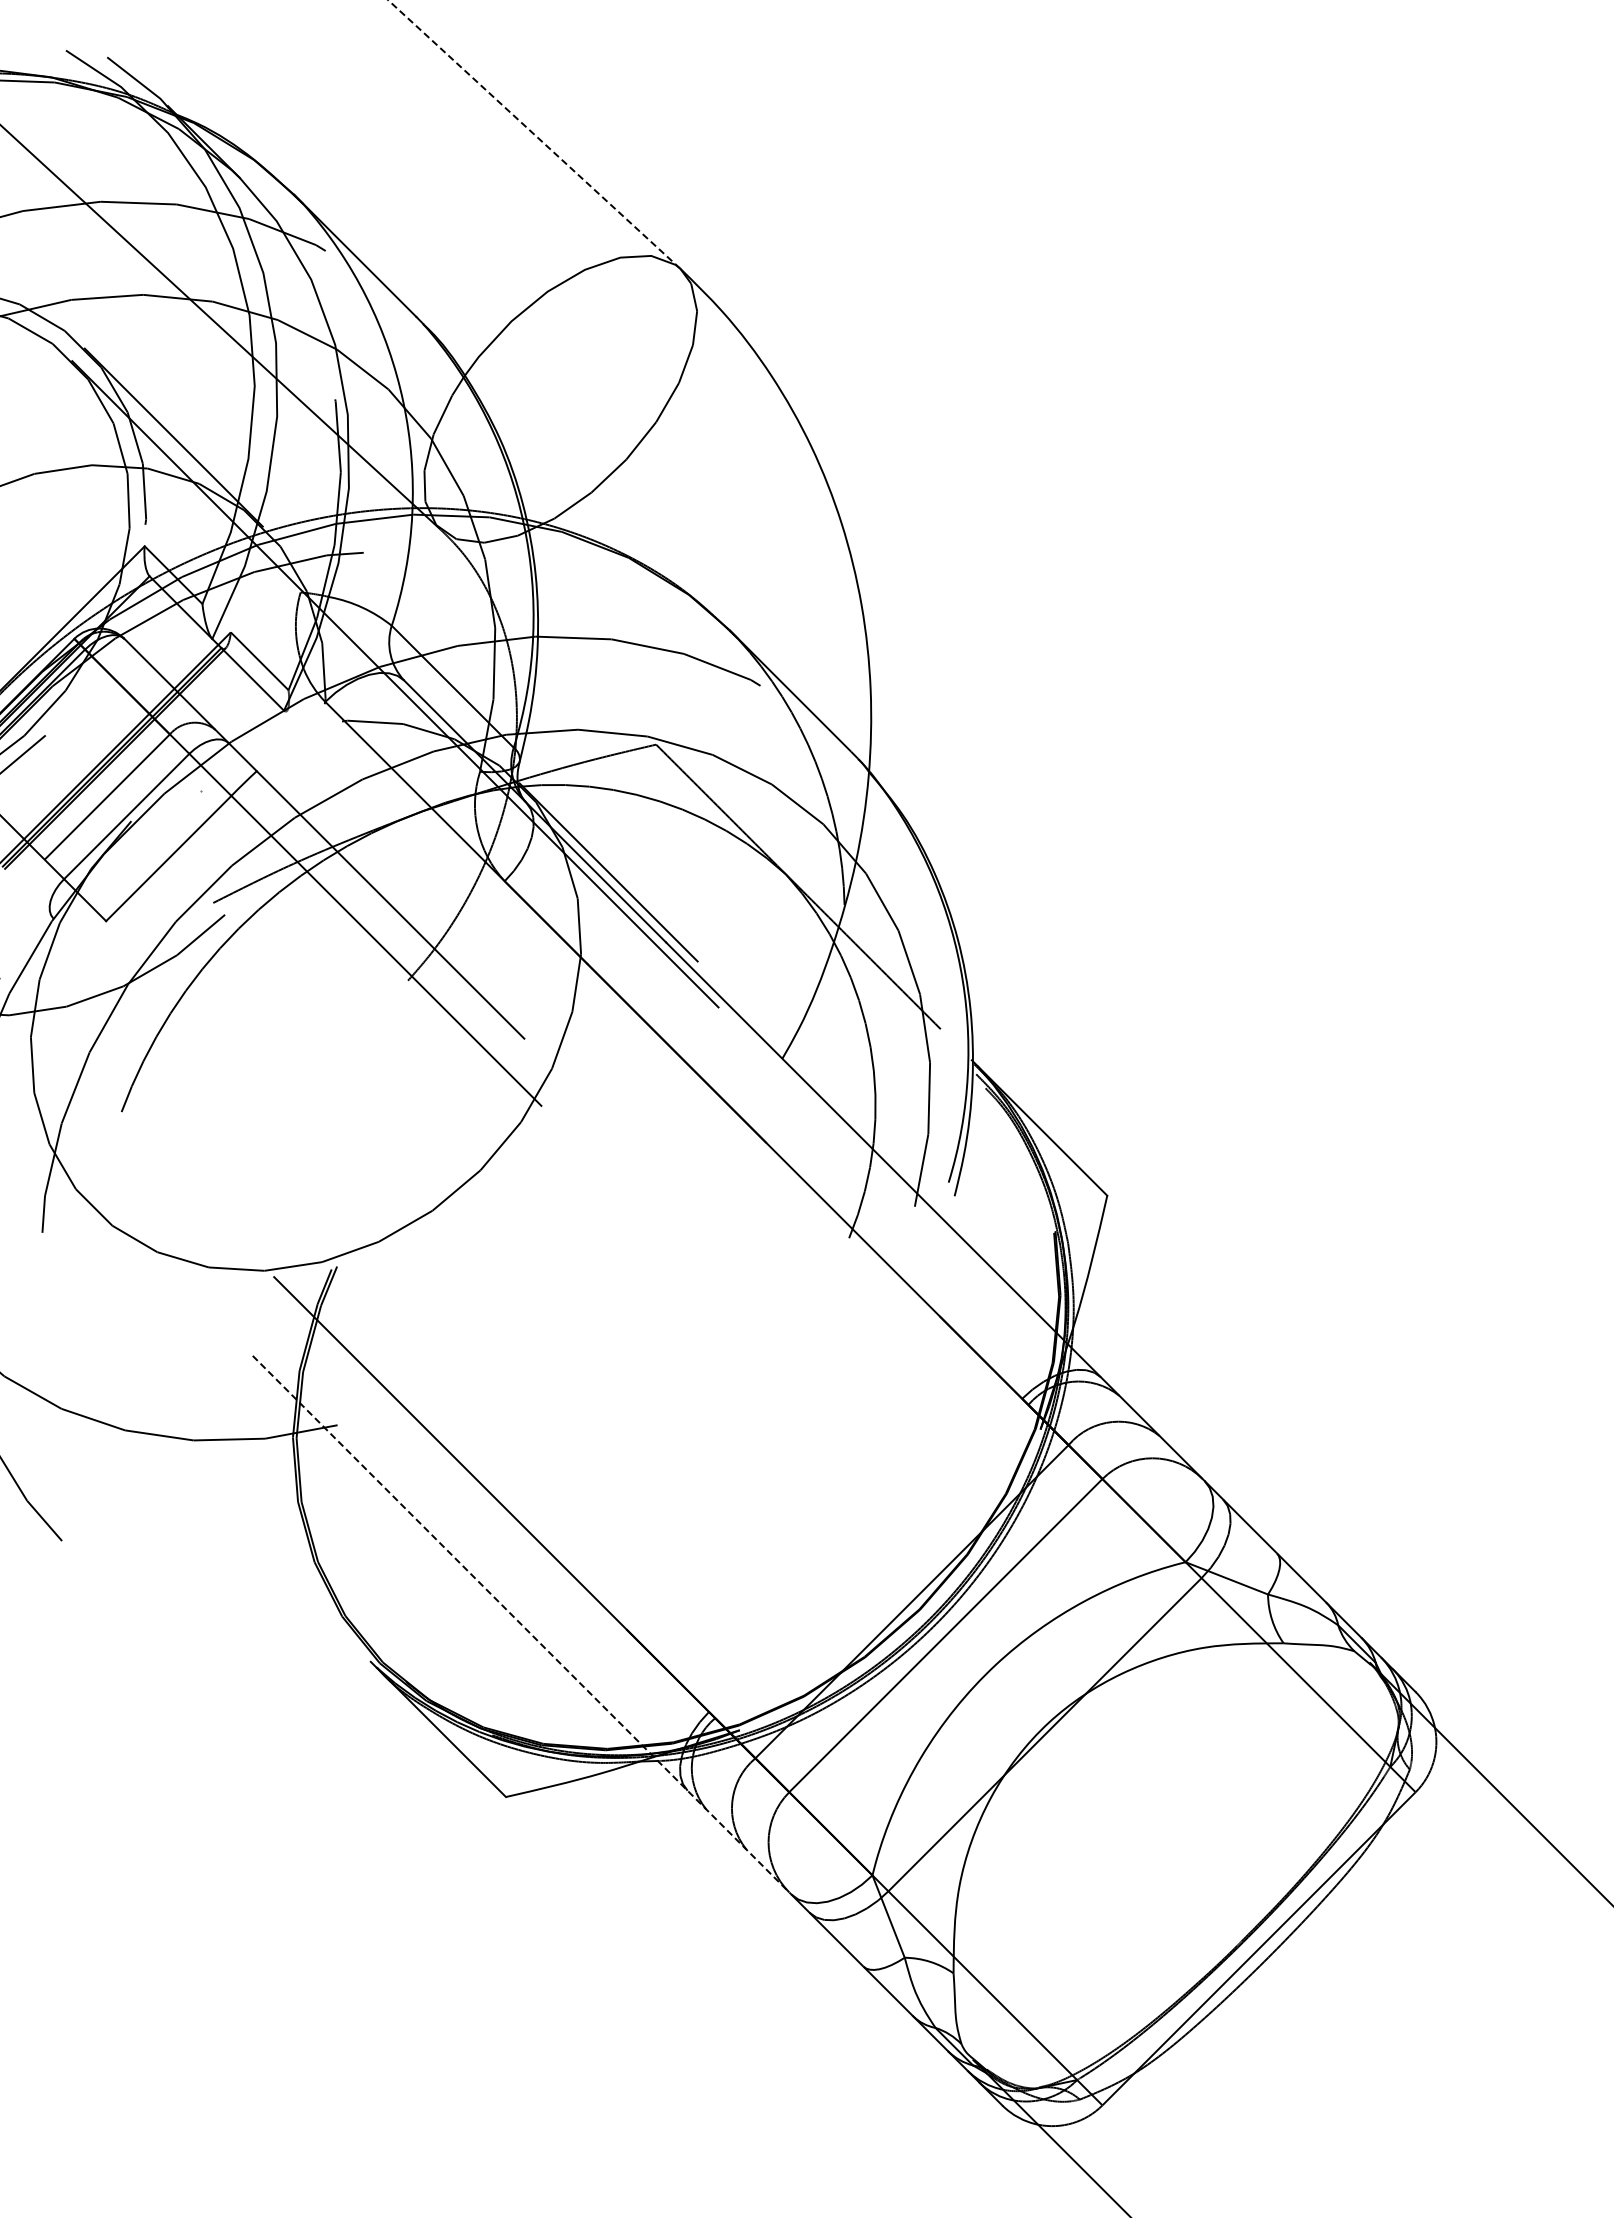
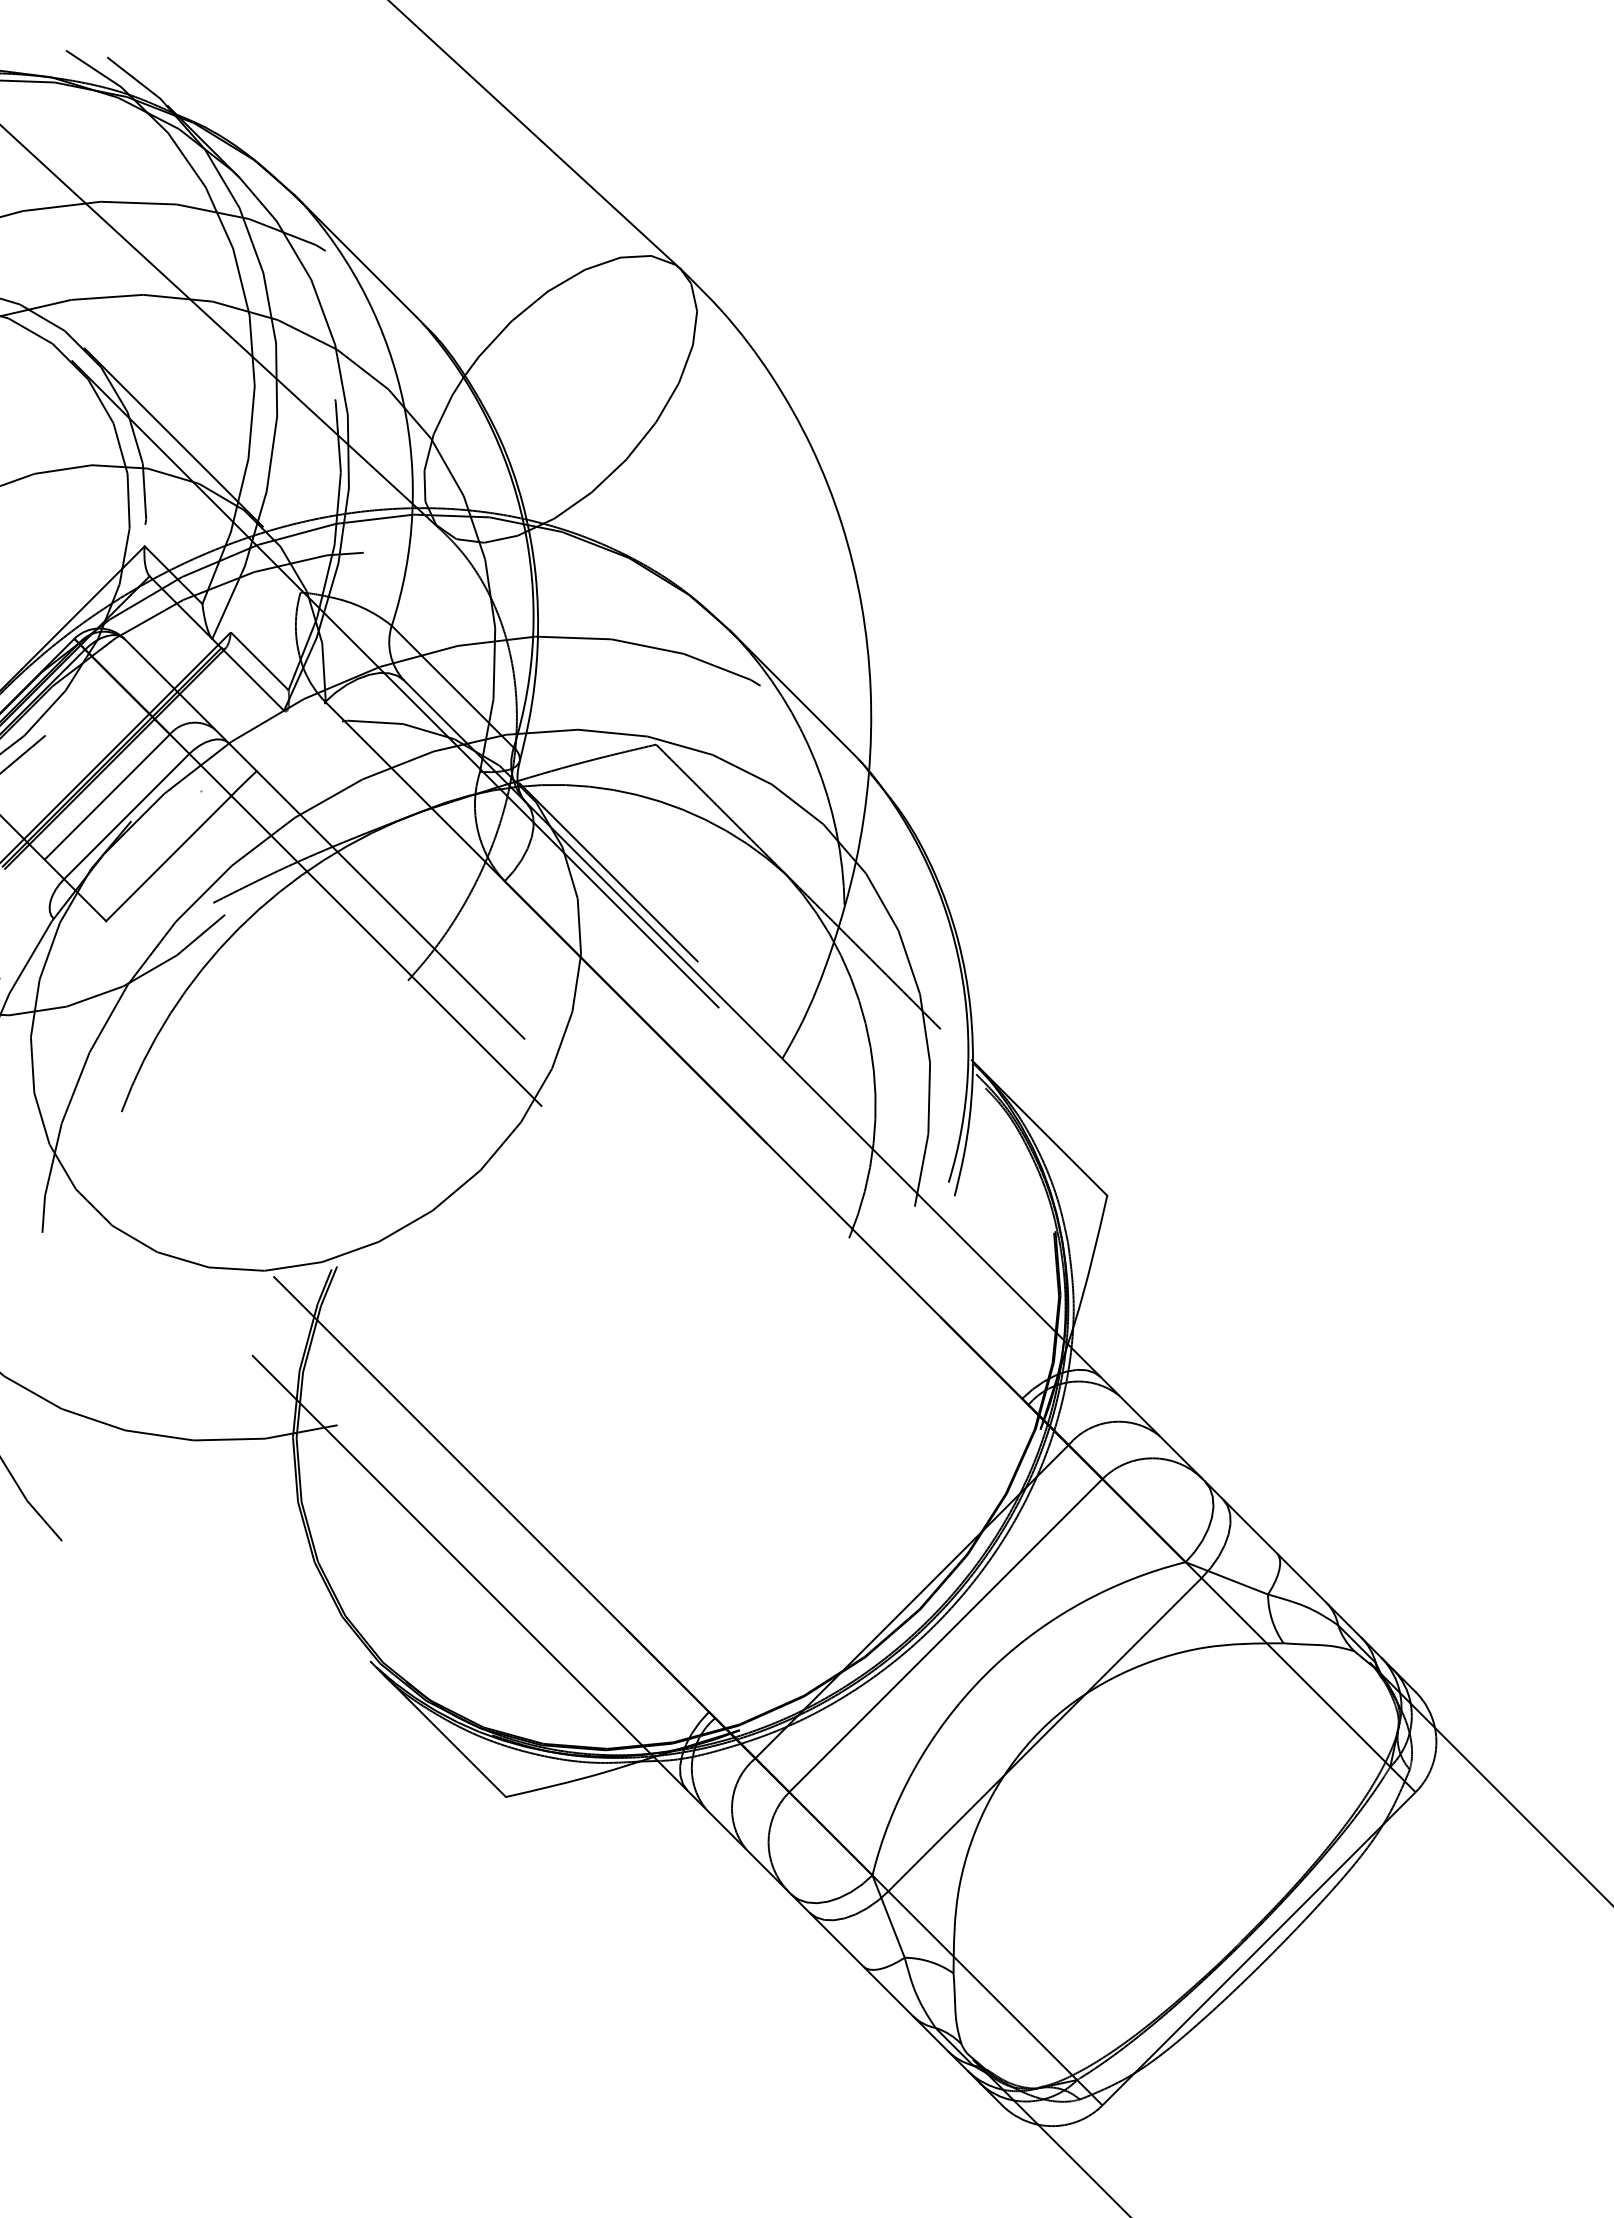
line at (533, 134): dashed -> solid
line at (522, 1625): dashed -> solid
